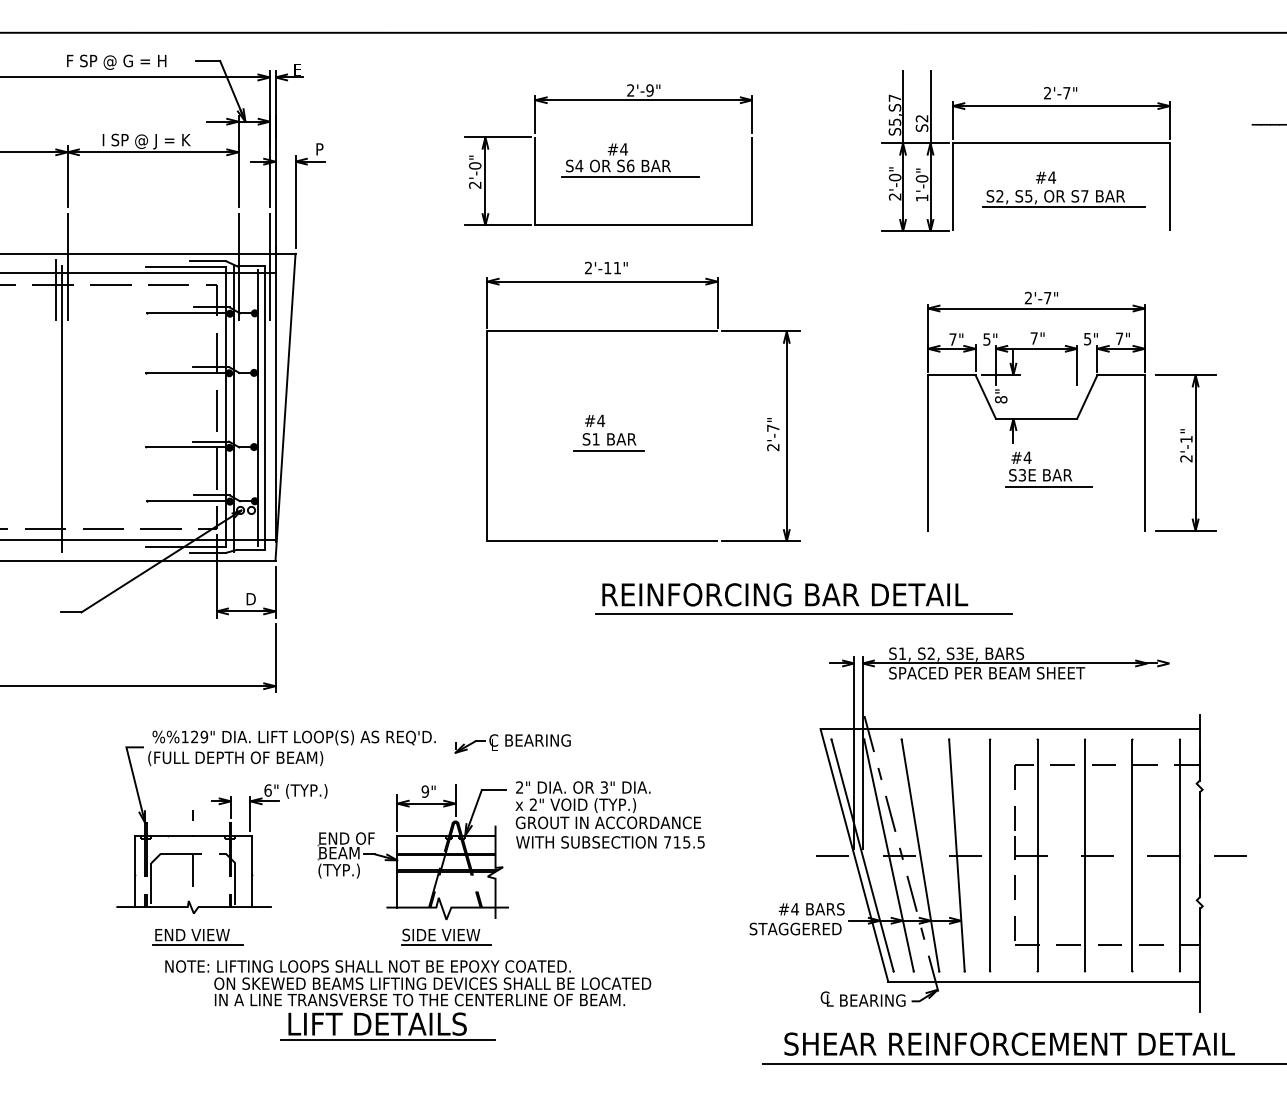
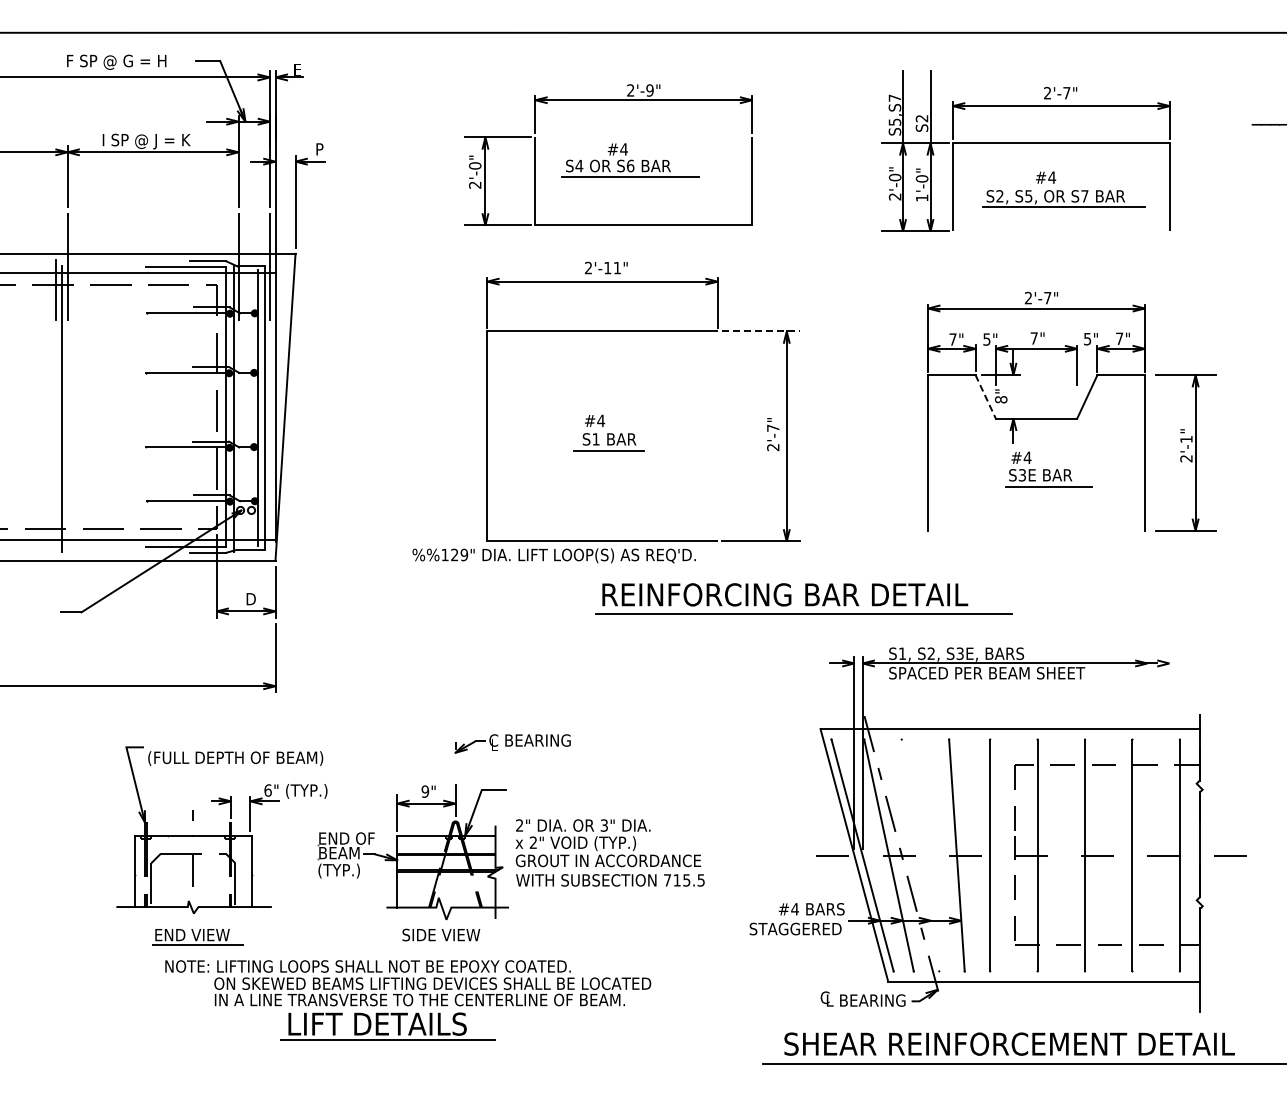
line at (761, 331): solid -> dashed
line at (985, 397): solid -> dashed
text at (293, 737) position: (293, 737) -> (553, 555)
text at (609, 814) position: (609, 814) -> (609, 852)
line at (920, 855): present -> none
line at (446, 944): present -> none
